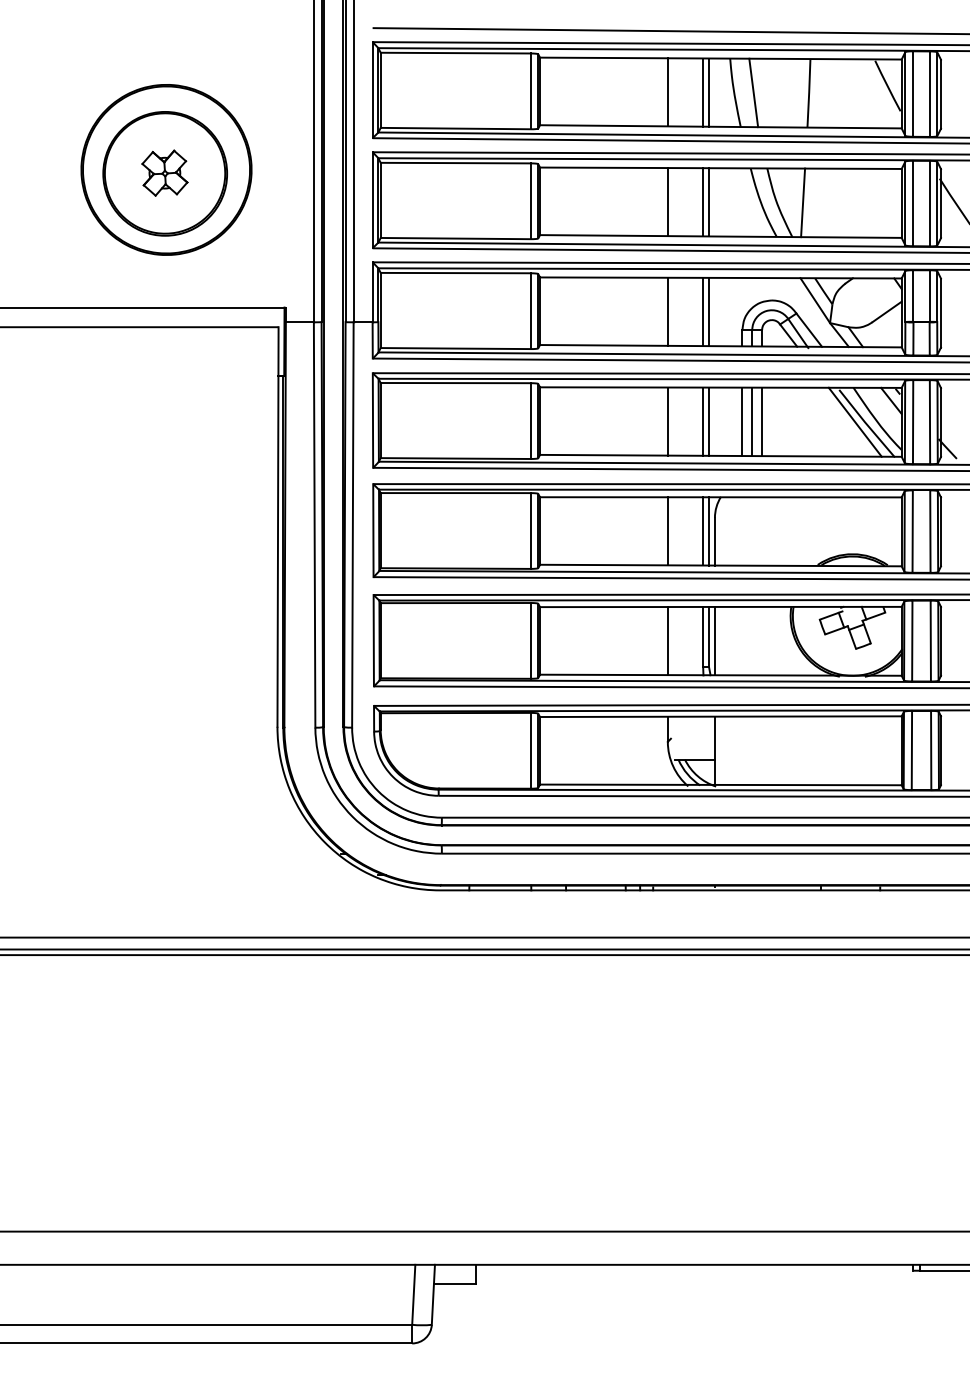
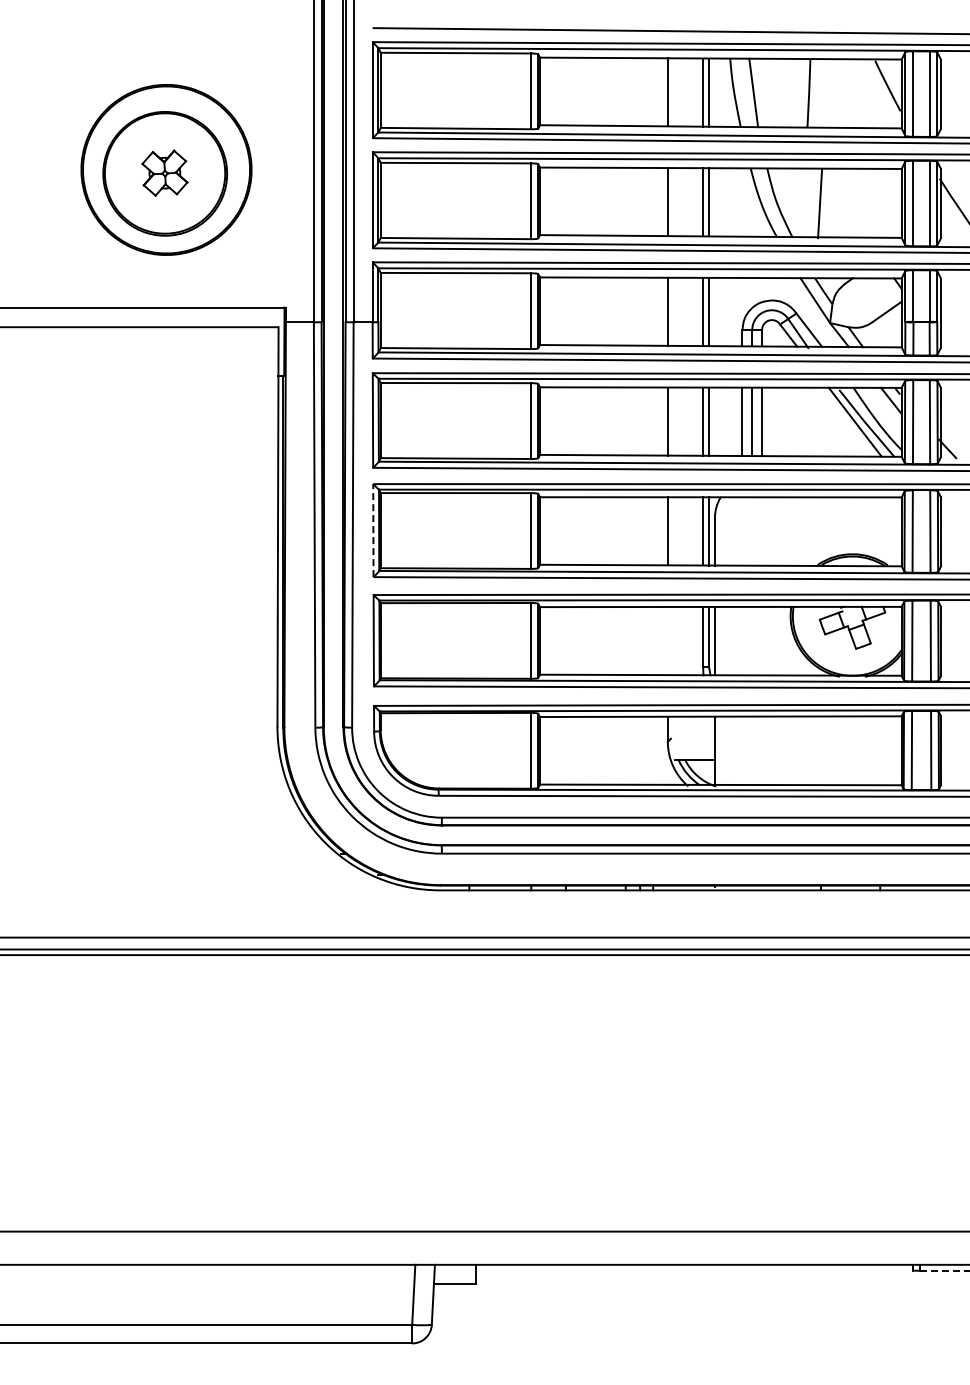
line at (803, 202) position: (803, 202) -> (820, 203)
line at (373, 530): solid -> dashed
line at (667, 641): present -> none
line at (945, 1270): solid -> dashed
